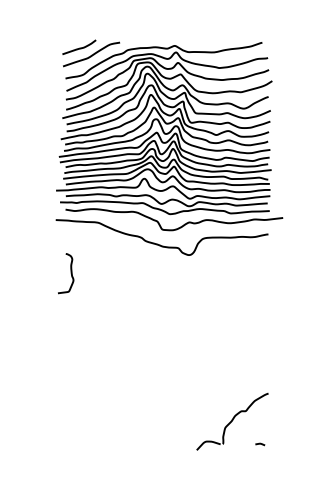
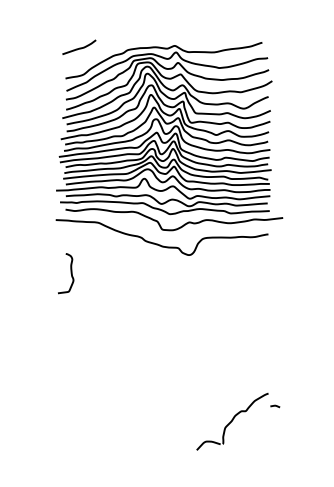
curve at (91, 54): present -> none
line at (260, 444) position: (260, 444) -> (275, 406)
